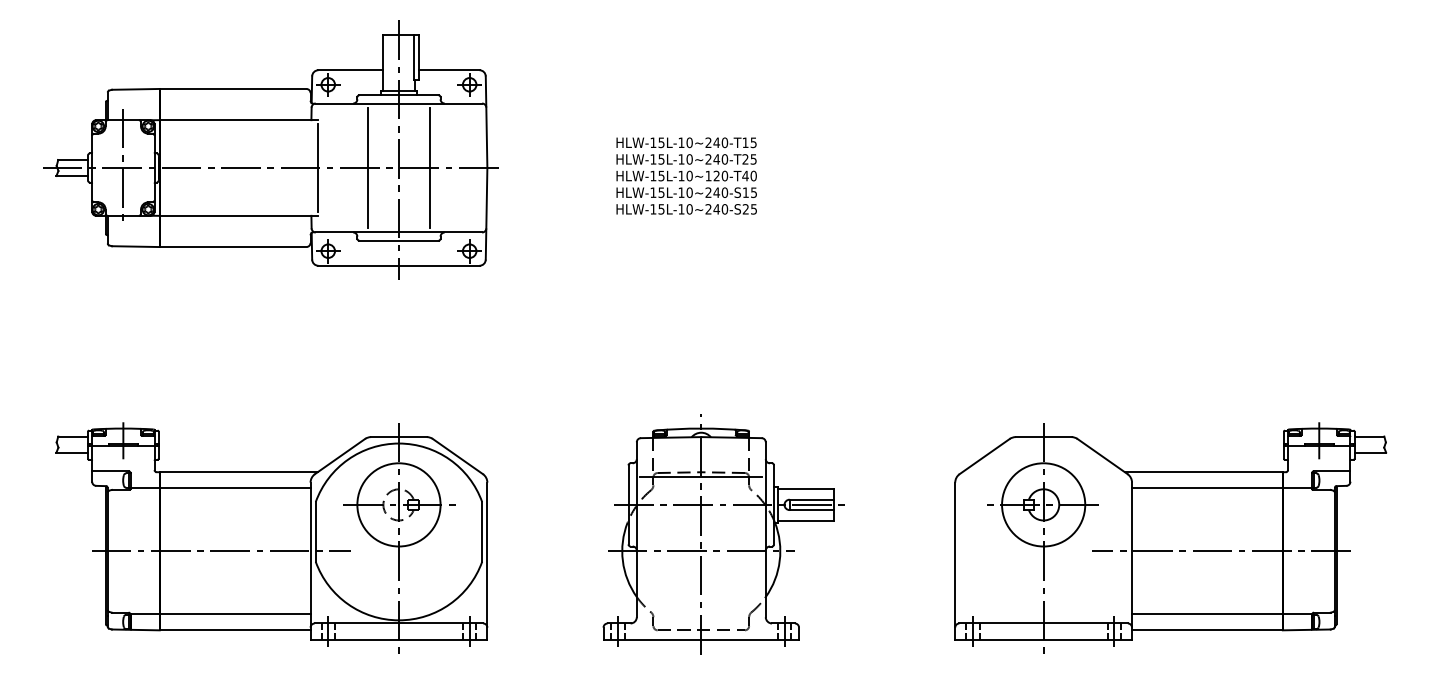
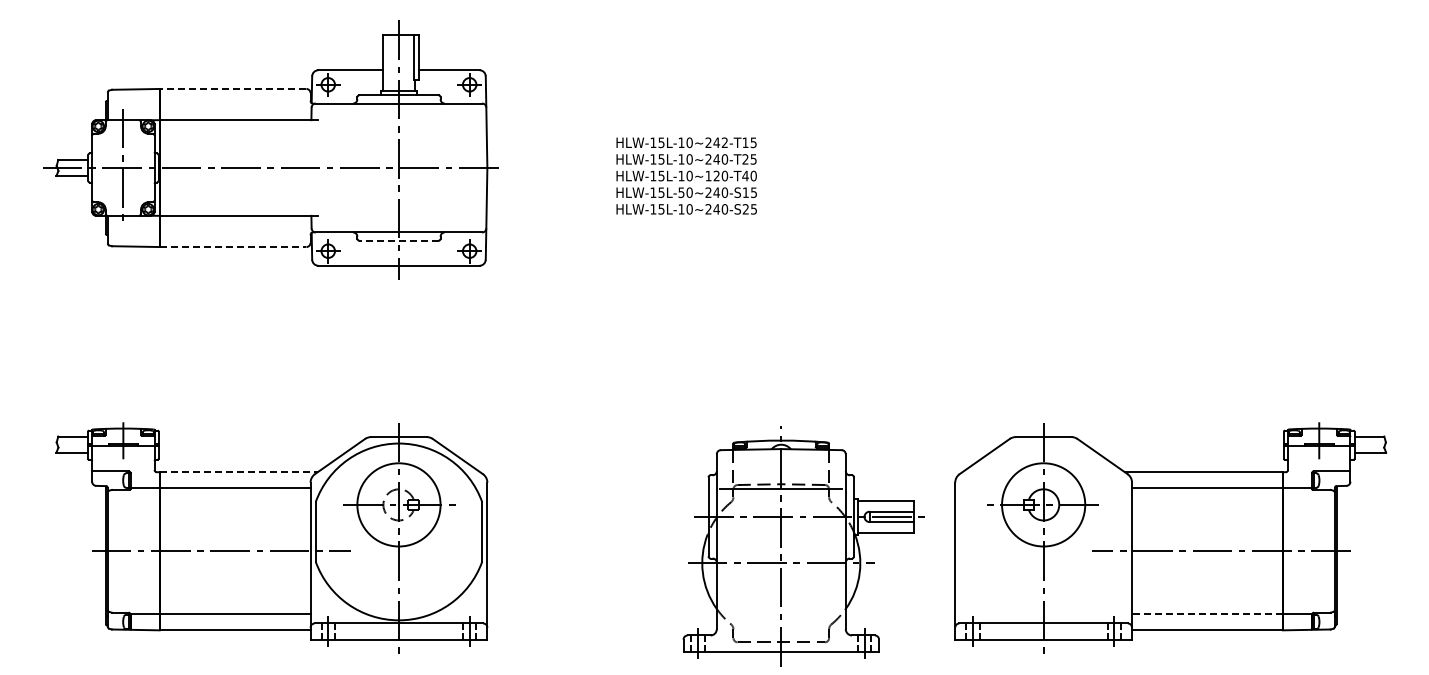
line at (232, 88): solid -> dashed
text at (724, 142): HLW-15L-10~240-T15 -> HLW-15L-10~242-T15
line at (317, 167): present -> none
line at (367, 167): present -> none
line at (430, 167): present -> none
text at (681, 192): HLW-15L-10~240-S15 -> HLW-15L-50~240-S15
line at (398, 240): solid -> dashed
line at (233, 247): solid -> dashed
line at (238, 472): solid -> dashed
part at (723, 534) position: (723, 534) -> (803, 546)
line at (1206, 614): solid -> dashed
